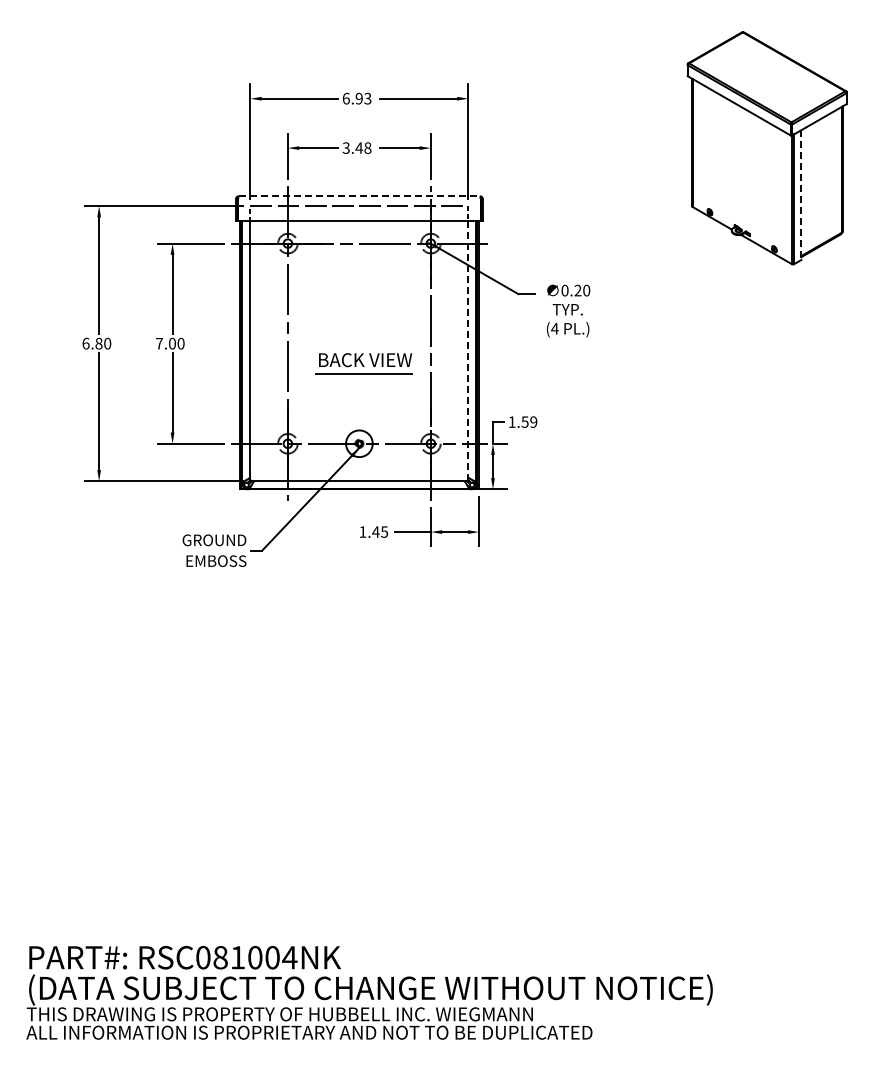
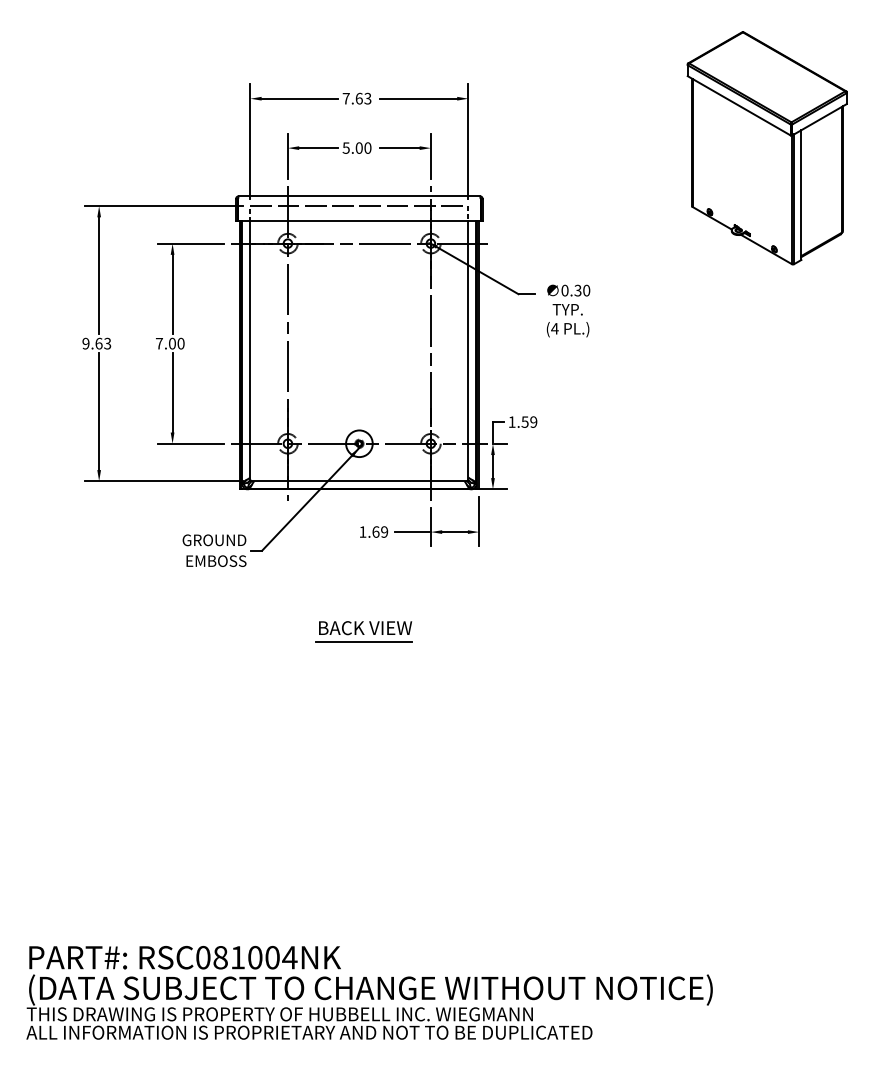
text at (352, 98): 6.93 -> 7.63
text at (357, 147): 3.48 -> 5.00
line at (801, 195): dashed -> solid
line at (359, 196): dashed -> solid
text at (577, 290): 0.20 -> 0.30
text at (96, 343): 6.80 -> 9.63
line at (468, 351): dashed -> solid
part at (363, 363) position: (363, 363) -> (363, 631)
text at (380, 531): 1.45 -> 1.69
